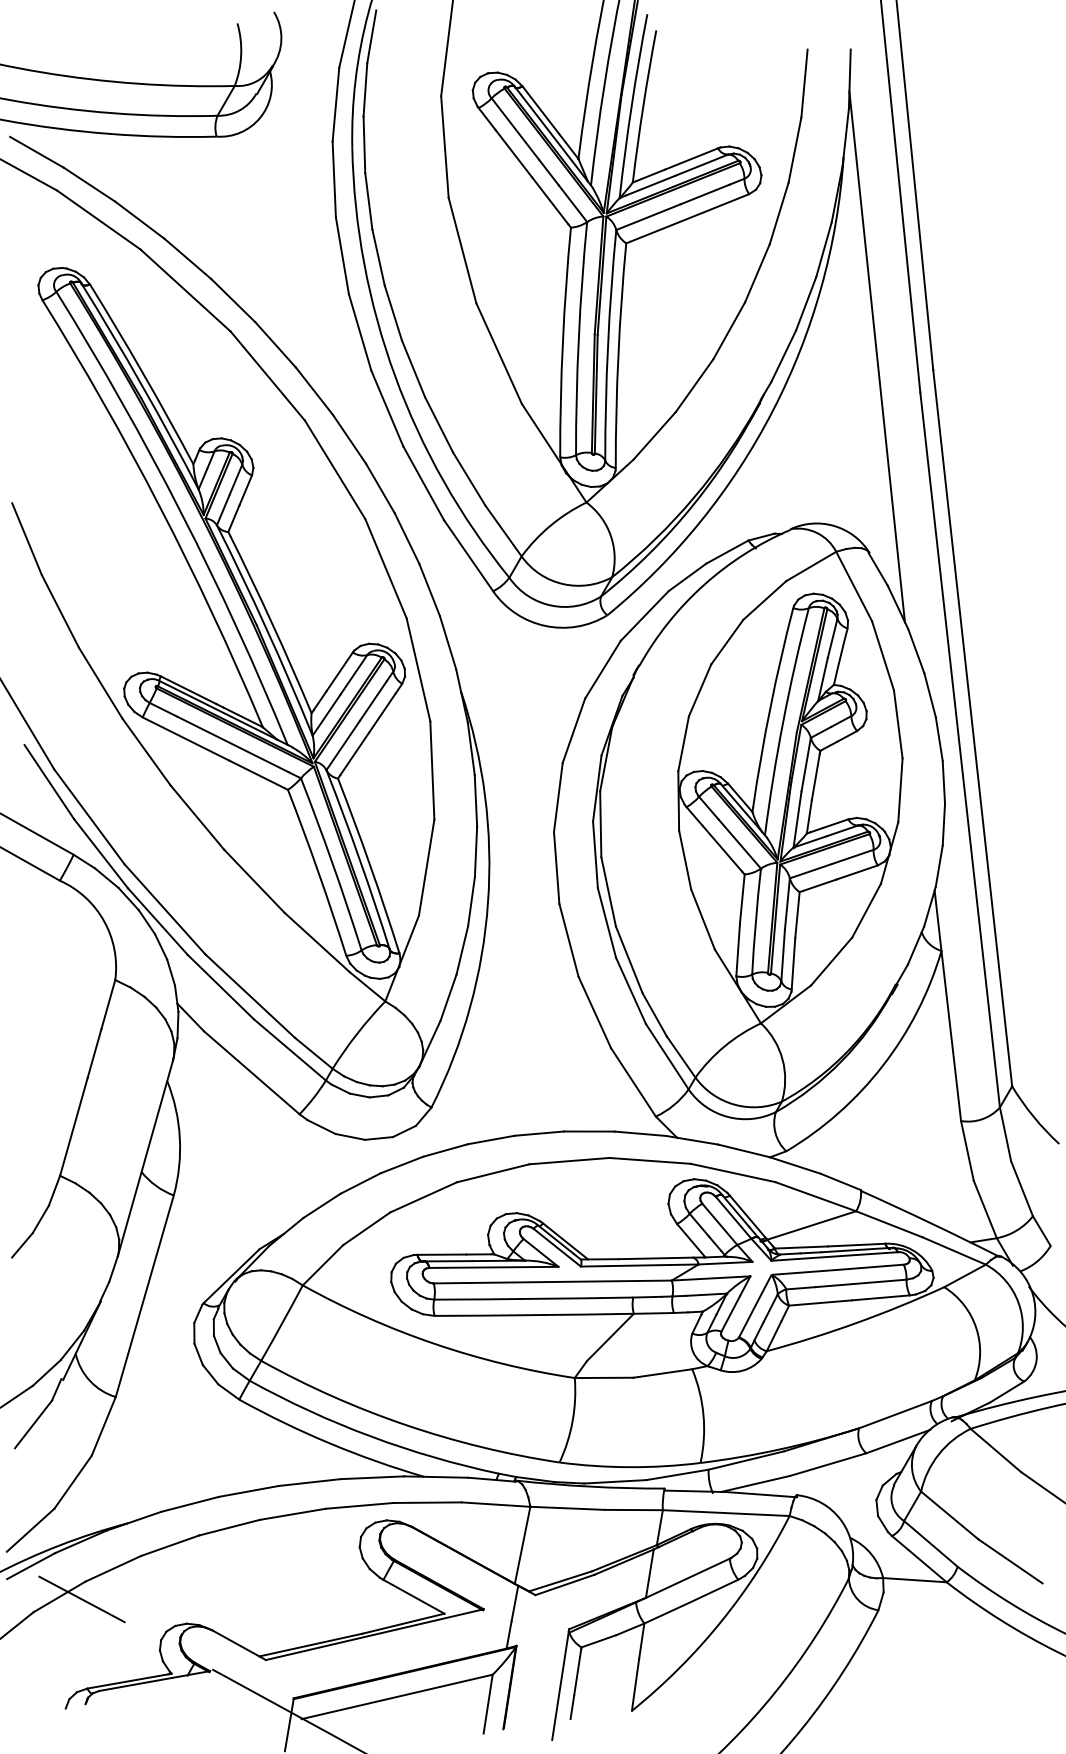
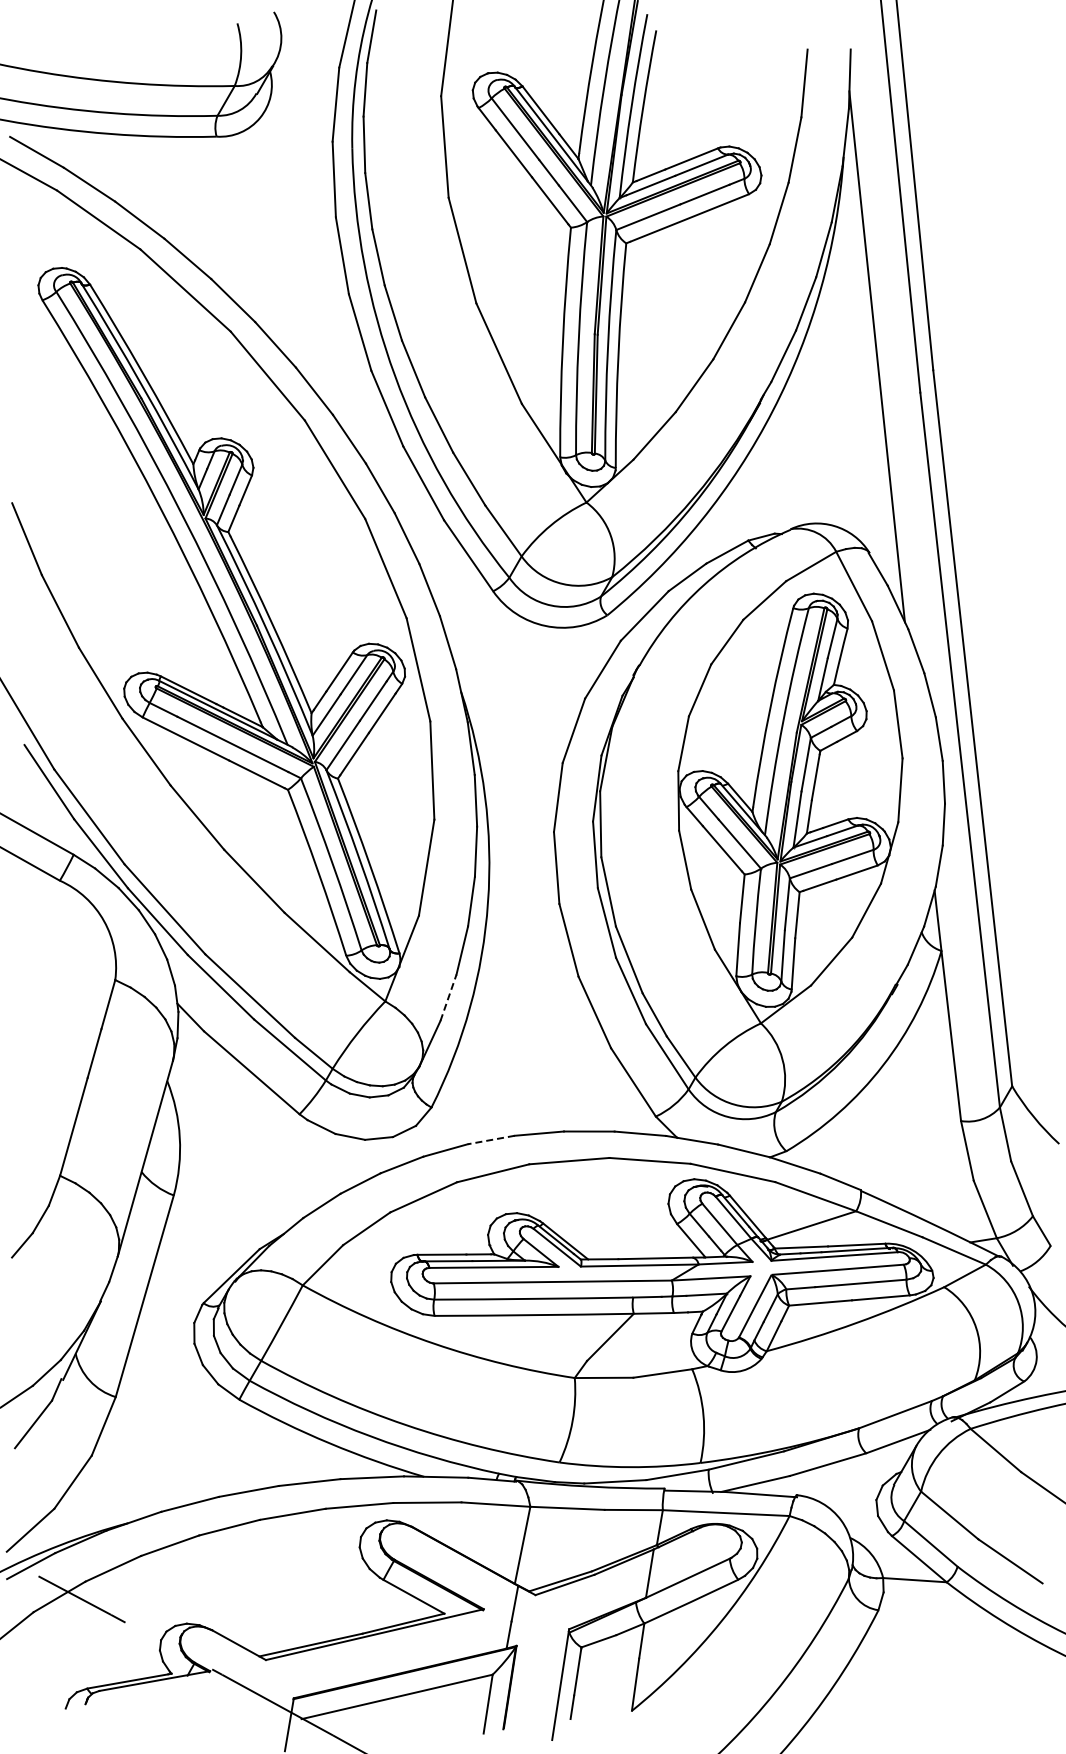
line at (448, 997): solid -> dashed
line at (491, 1140): solid -> dashed
